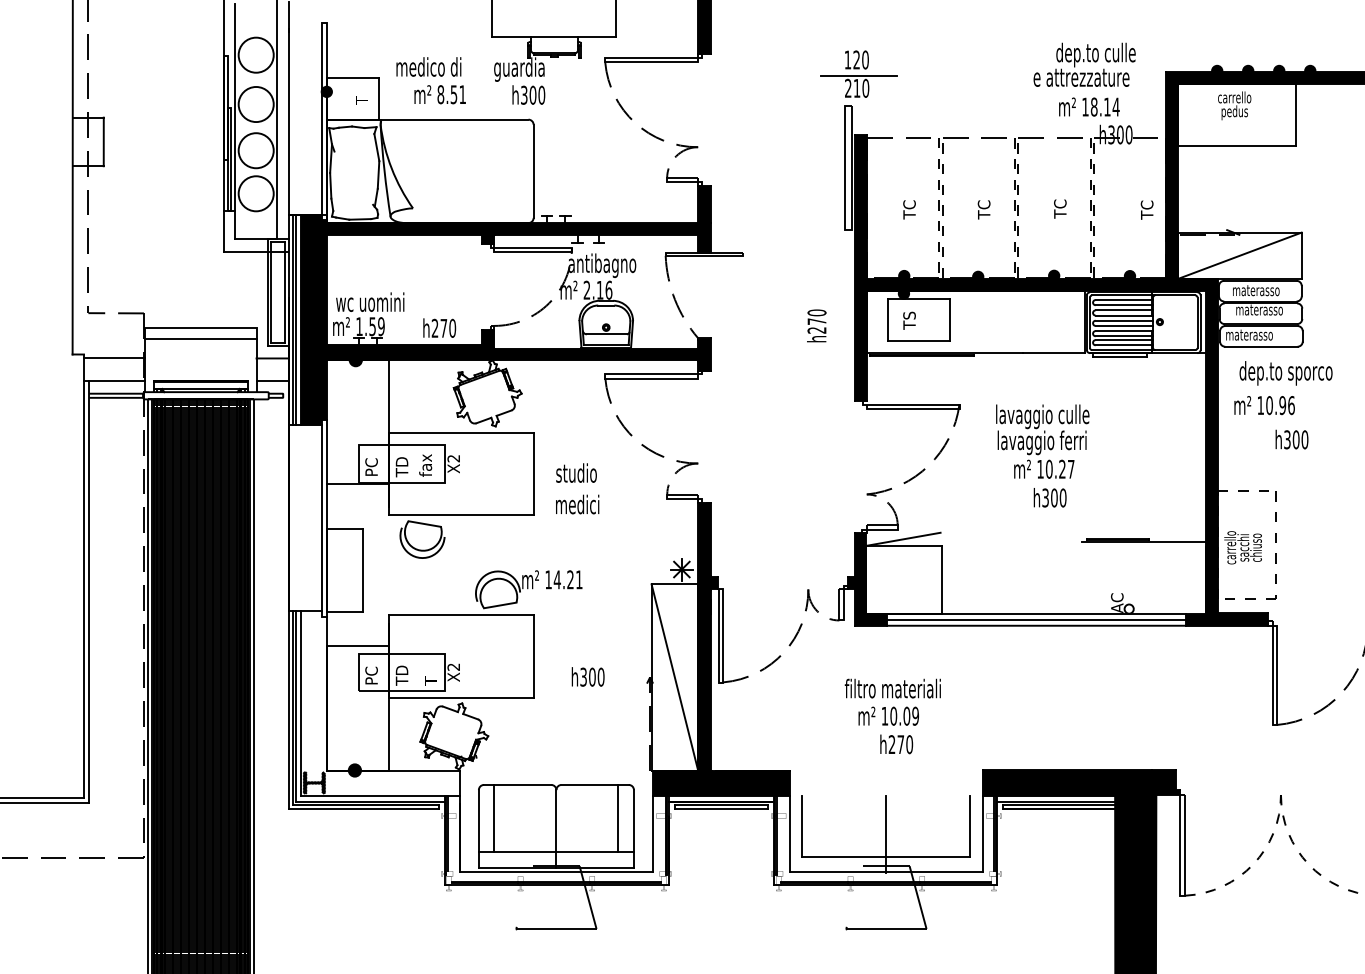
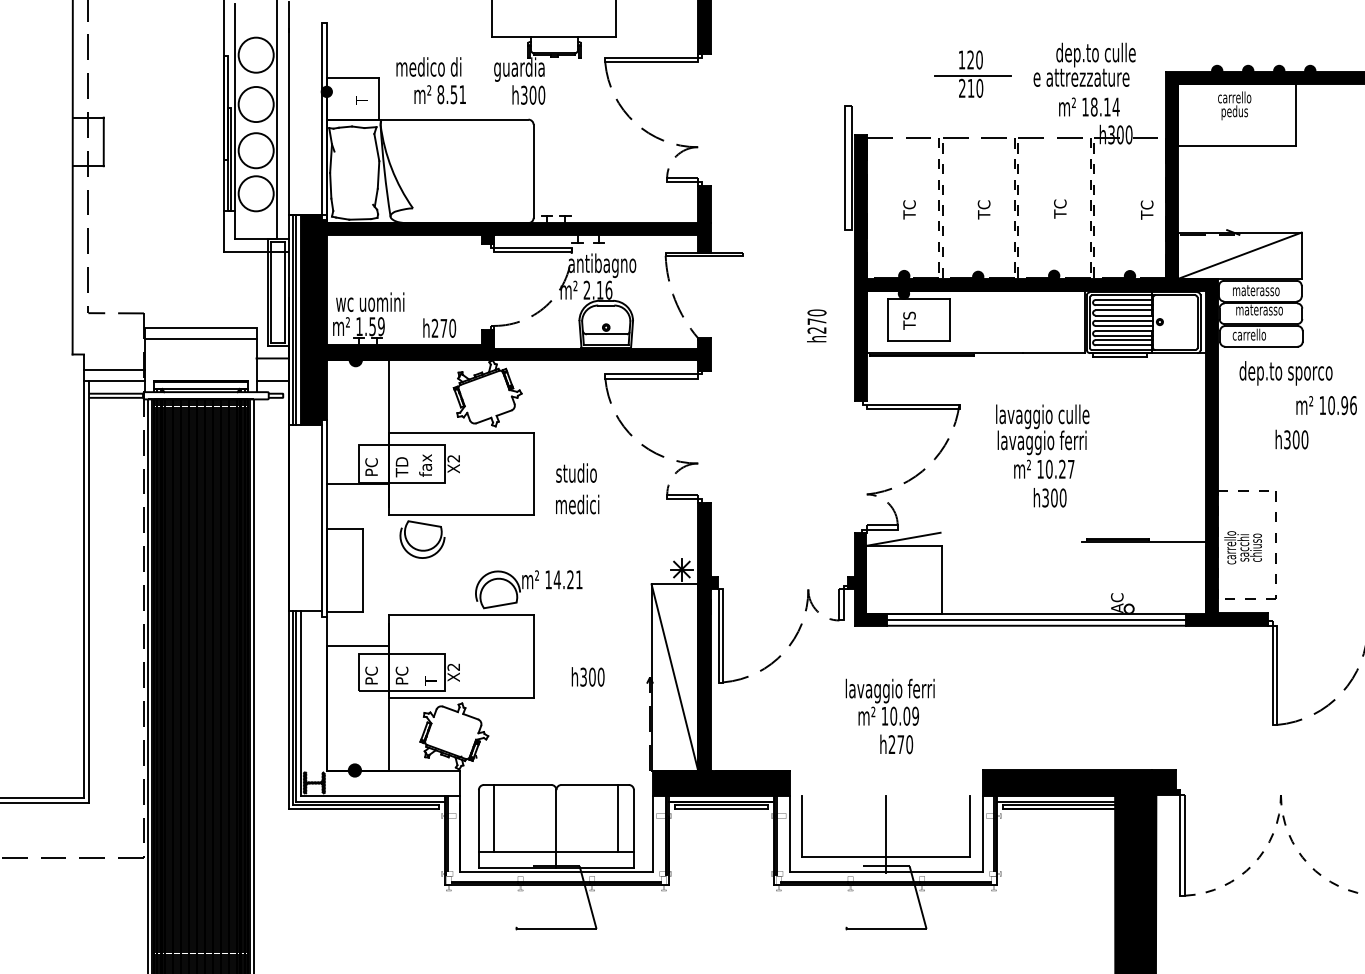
part at (858, 73) position: (858, 73) -> (972, 73)
text at (1249, 334): materasso -> carrello
line at (114, 358) position: (114, 358) -> (114, 370)
text at (1264, 405) position: (1264, 405) -> (1326, 405)
text at (401, 675): TD -> PC
text at (892, 690): filtro materiali -> lavaggio ferri
